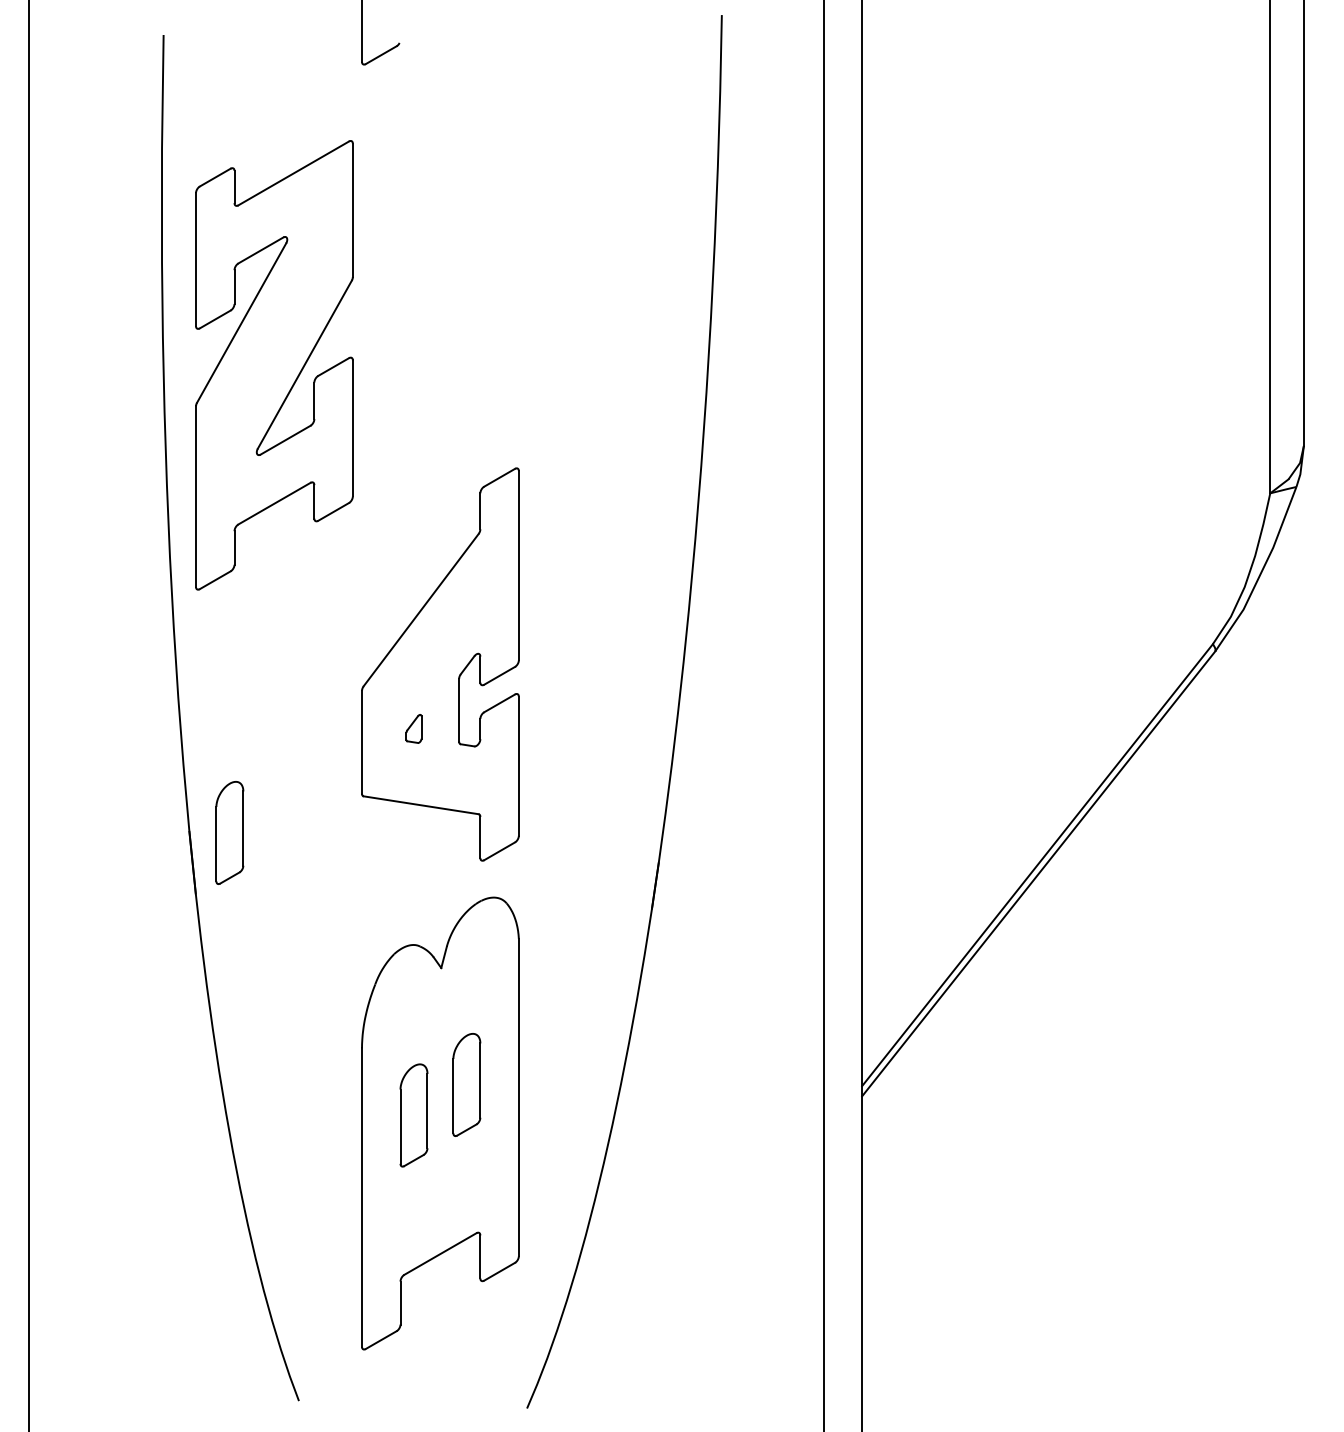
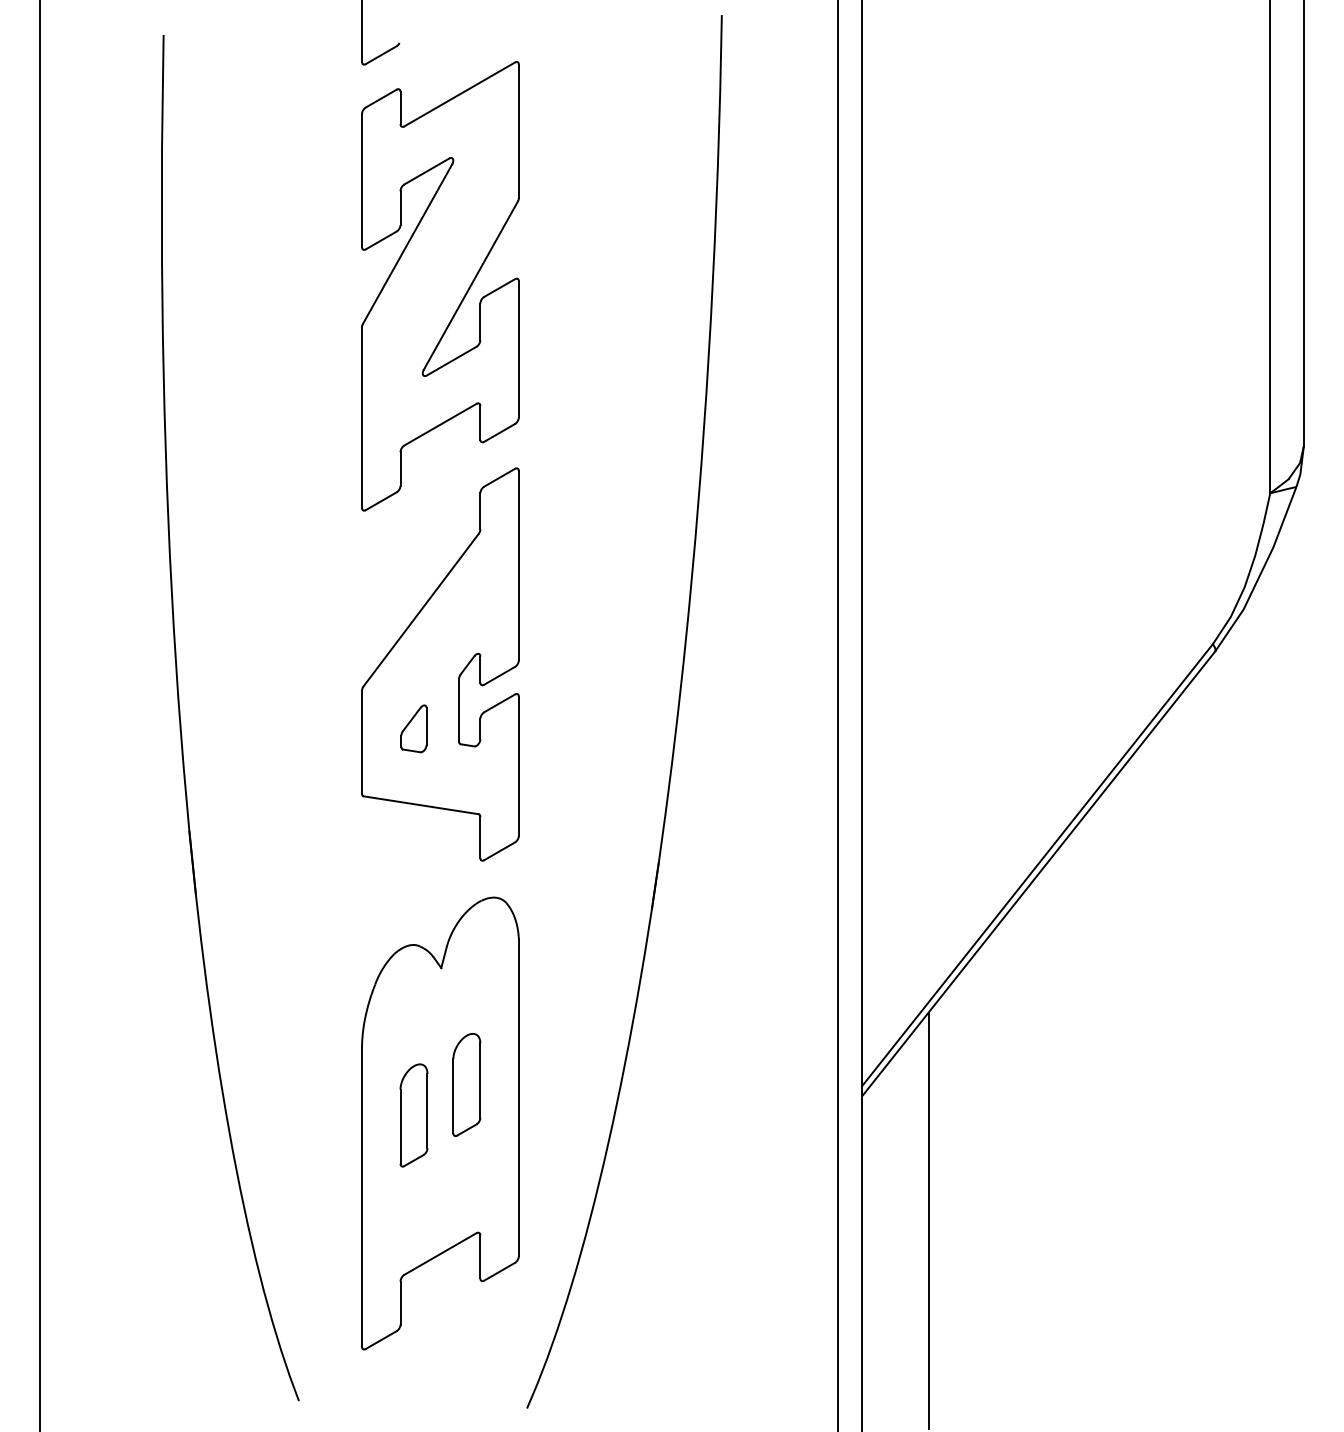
part at (274, 365) position: (274, 365) -> (440, 286)
line at (29, 715) position: (29, 715) -> (40, 715)
line at (824, 715) position: (824, 715) -> (838, 715)
part at (413, 728) size: 18x30 px -> 28x50 px
part at (229, 832): present -> none
line at (928, 1220): none -> present
